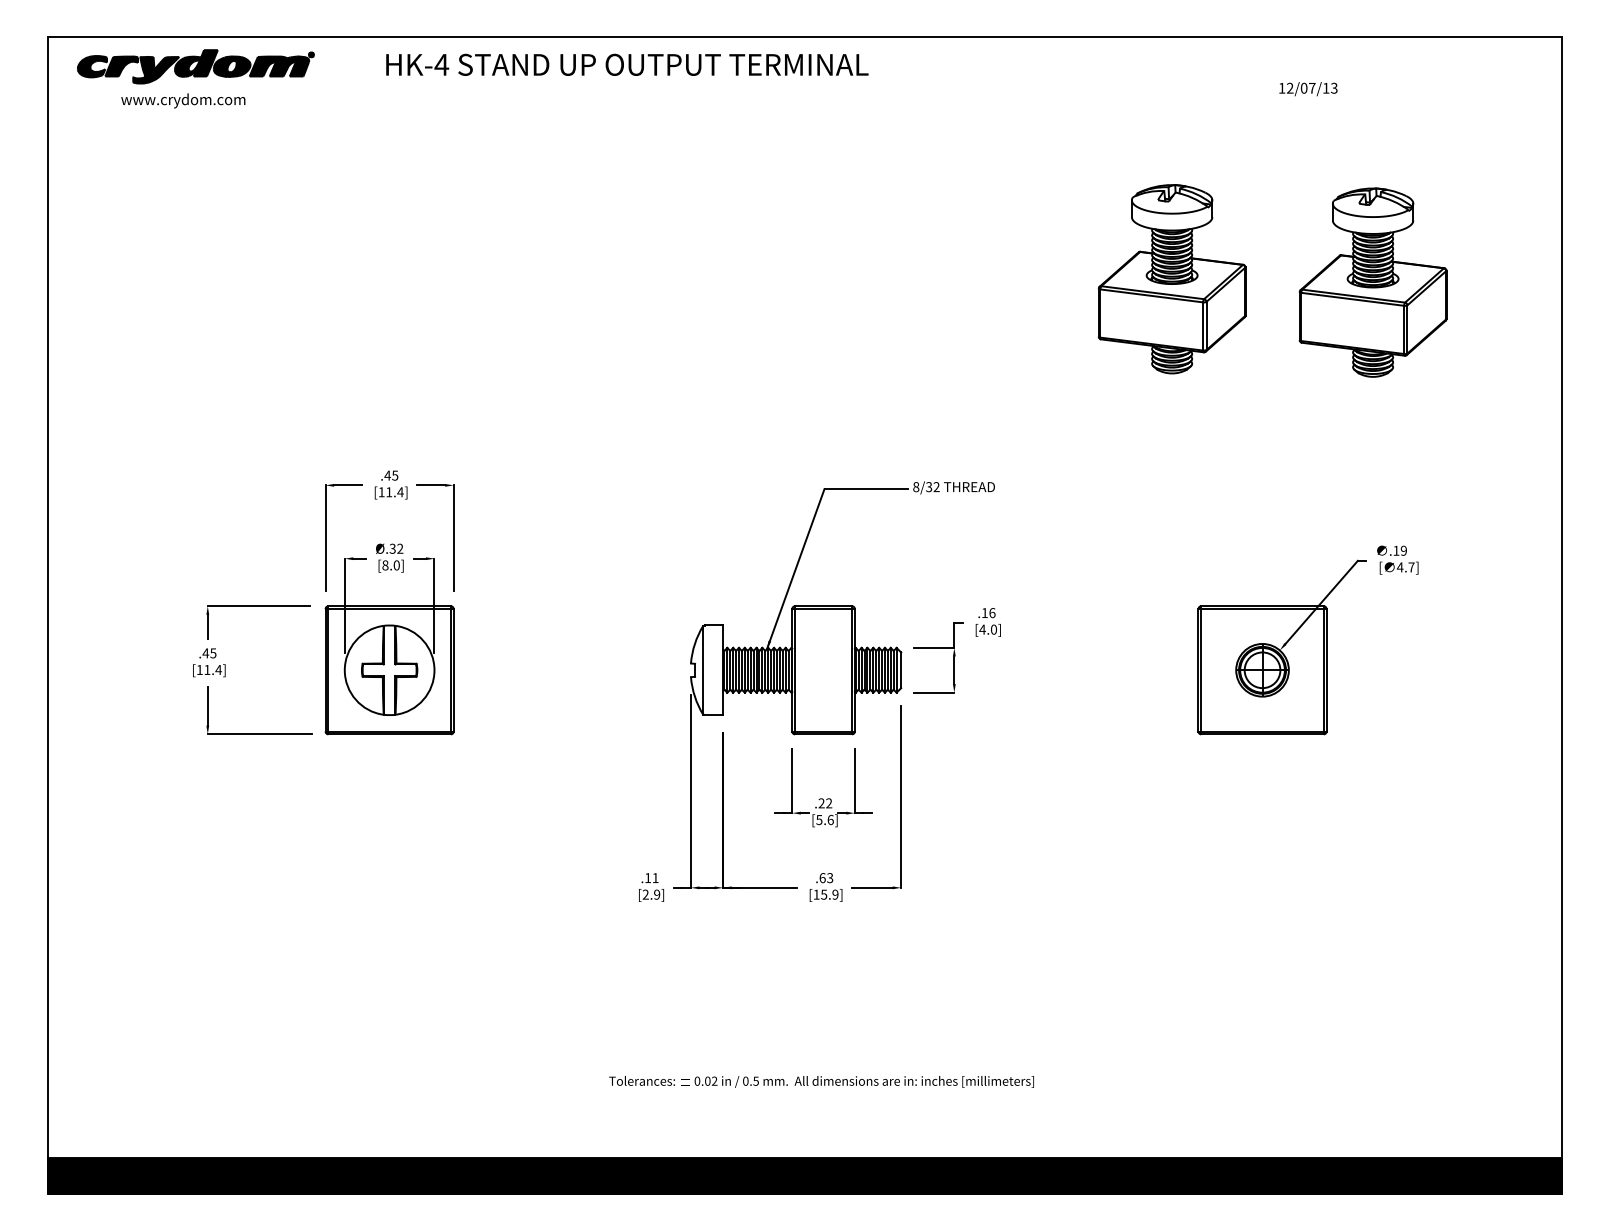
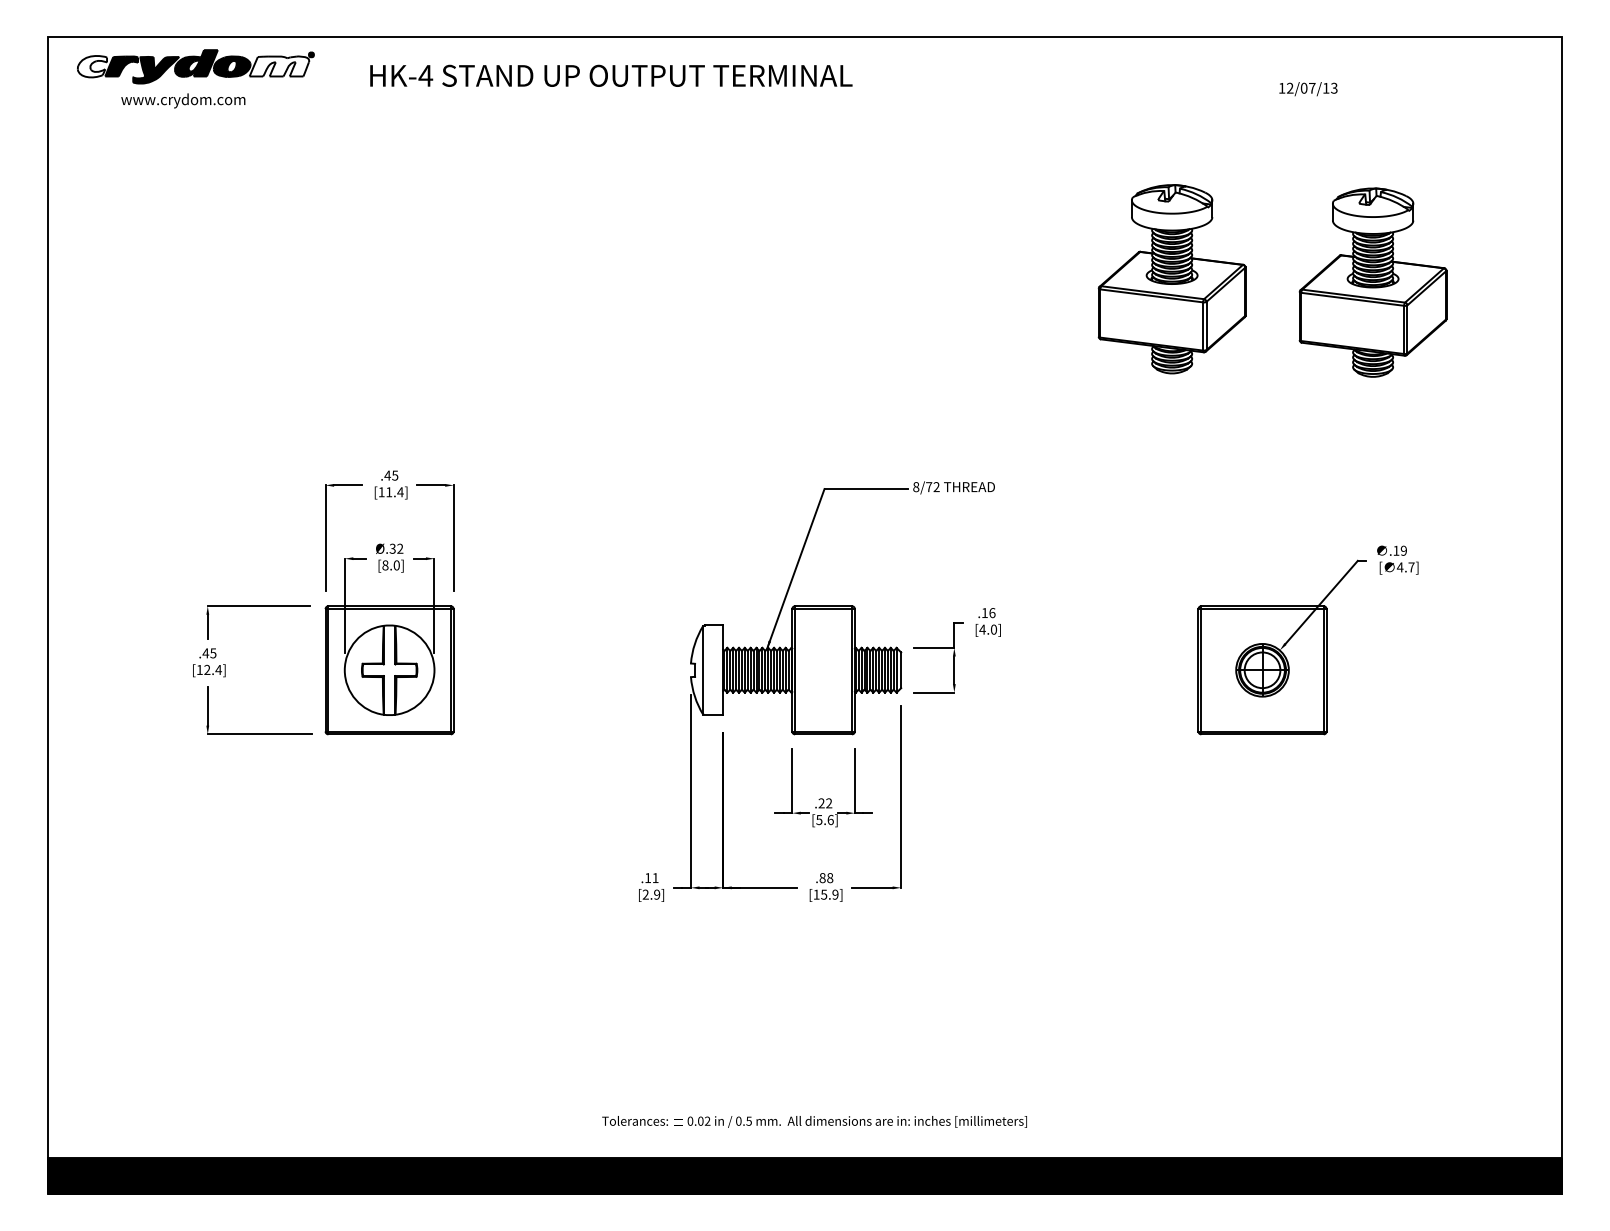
text at (627, 64) position: (627, 64) -> (611, 75)
fill at (92, 66): present -> none
fill at (279, 66): present -> none
text at (929, 487): 8/32 -> 8/72
text at (207, 669): [11.4] -> [12.4]
text at (826, 877): .63 -> .88
text at (821, 1081) position: (821, 1081) -> (814, 1121)
